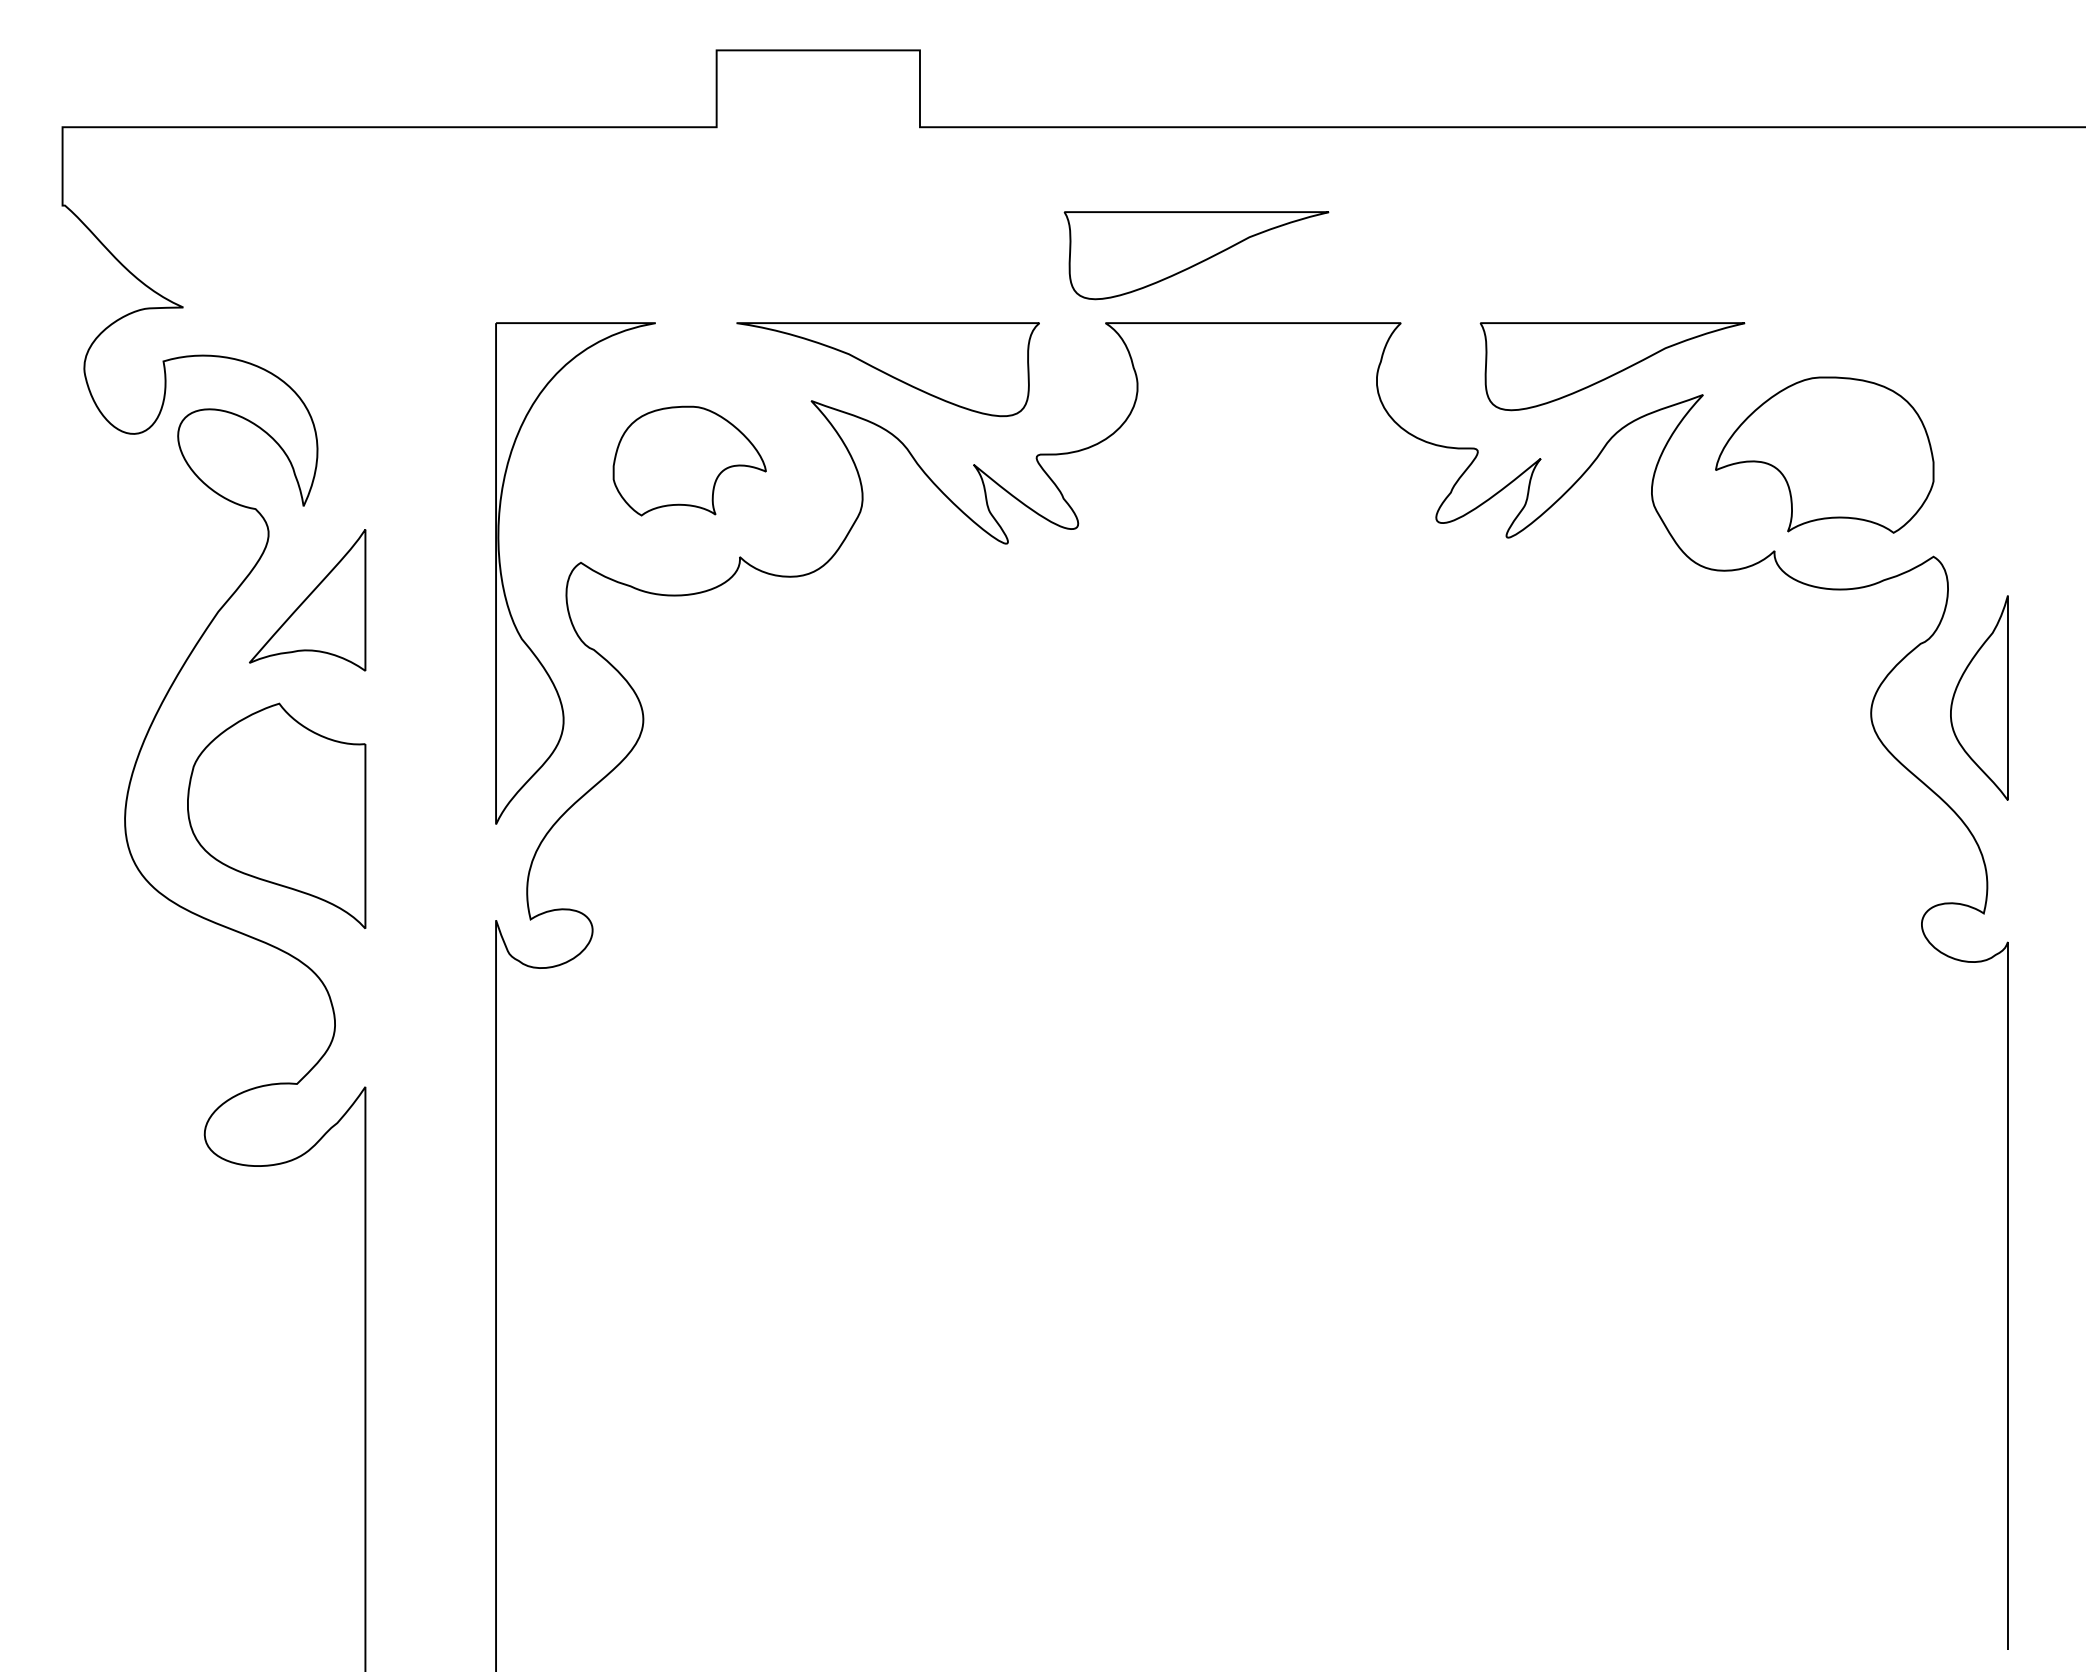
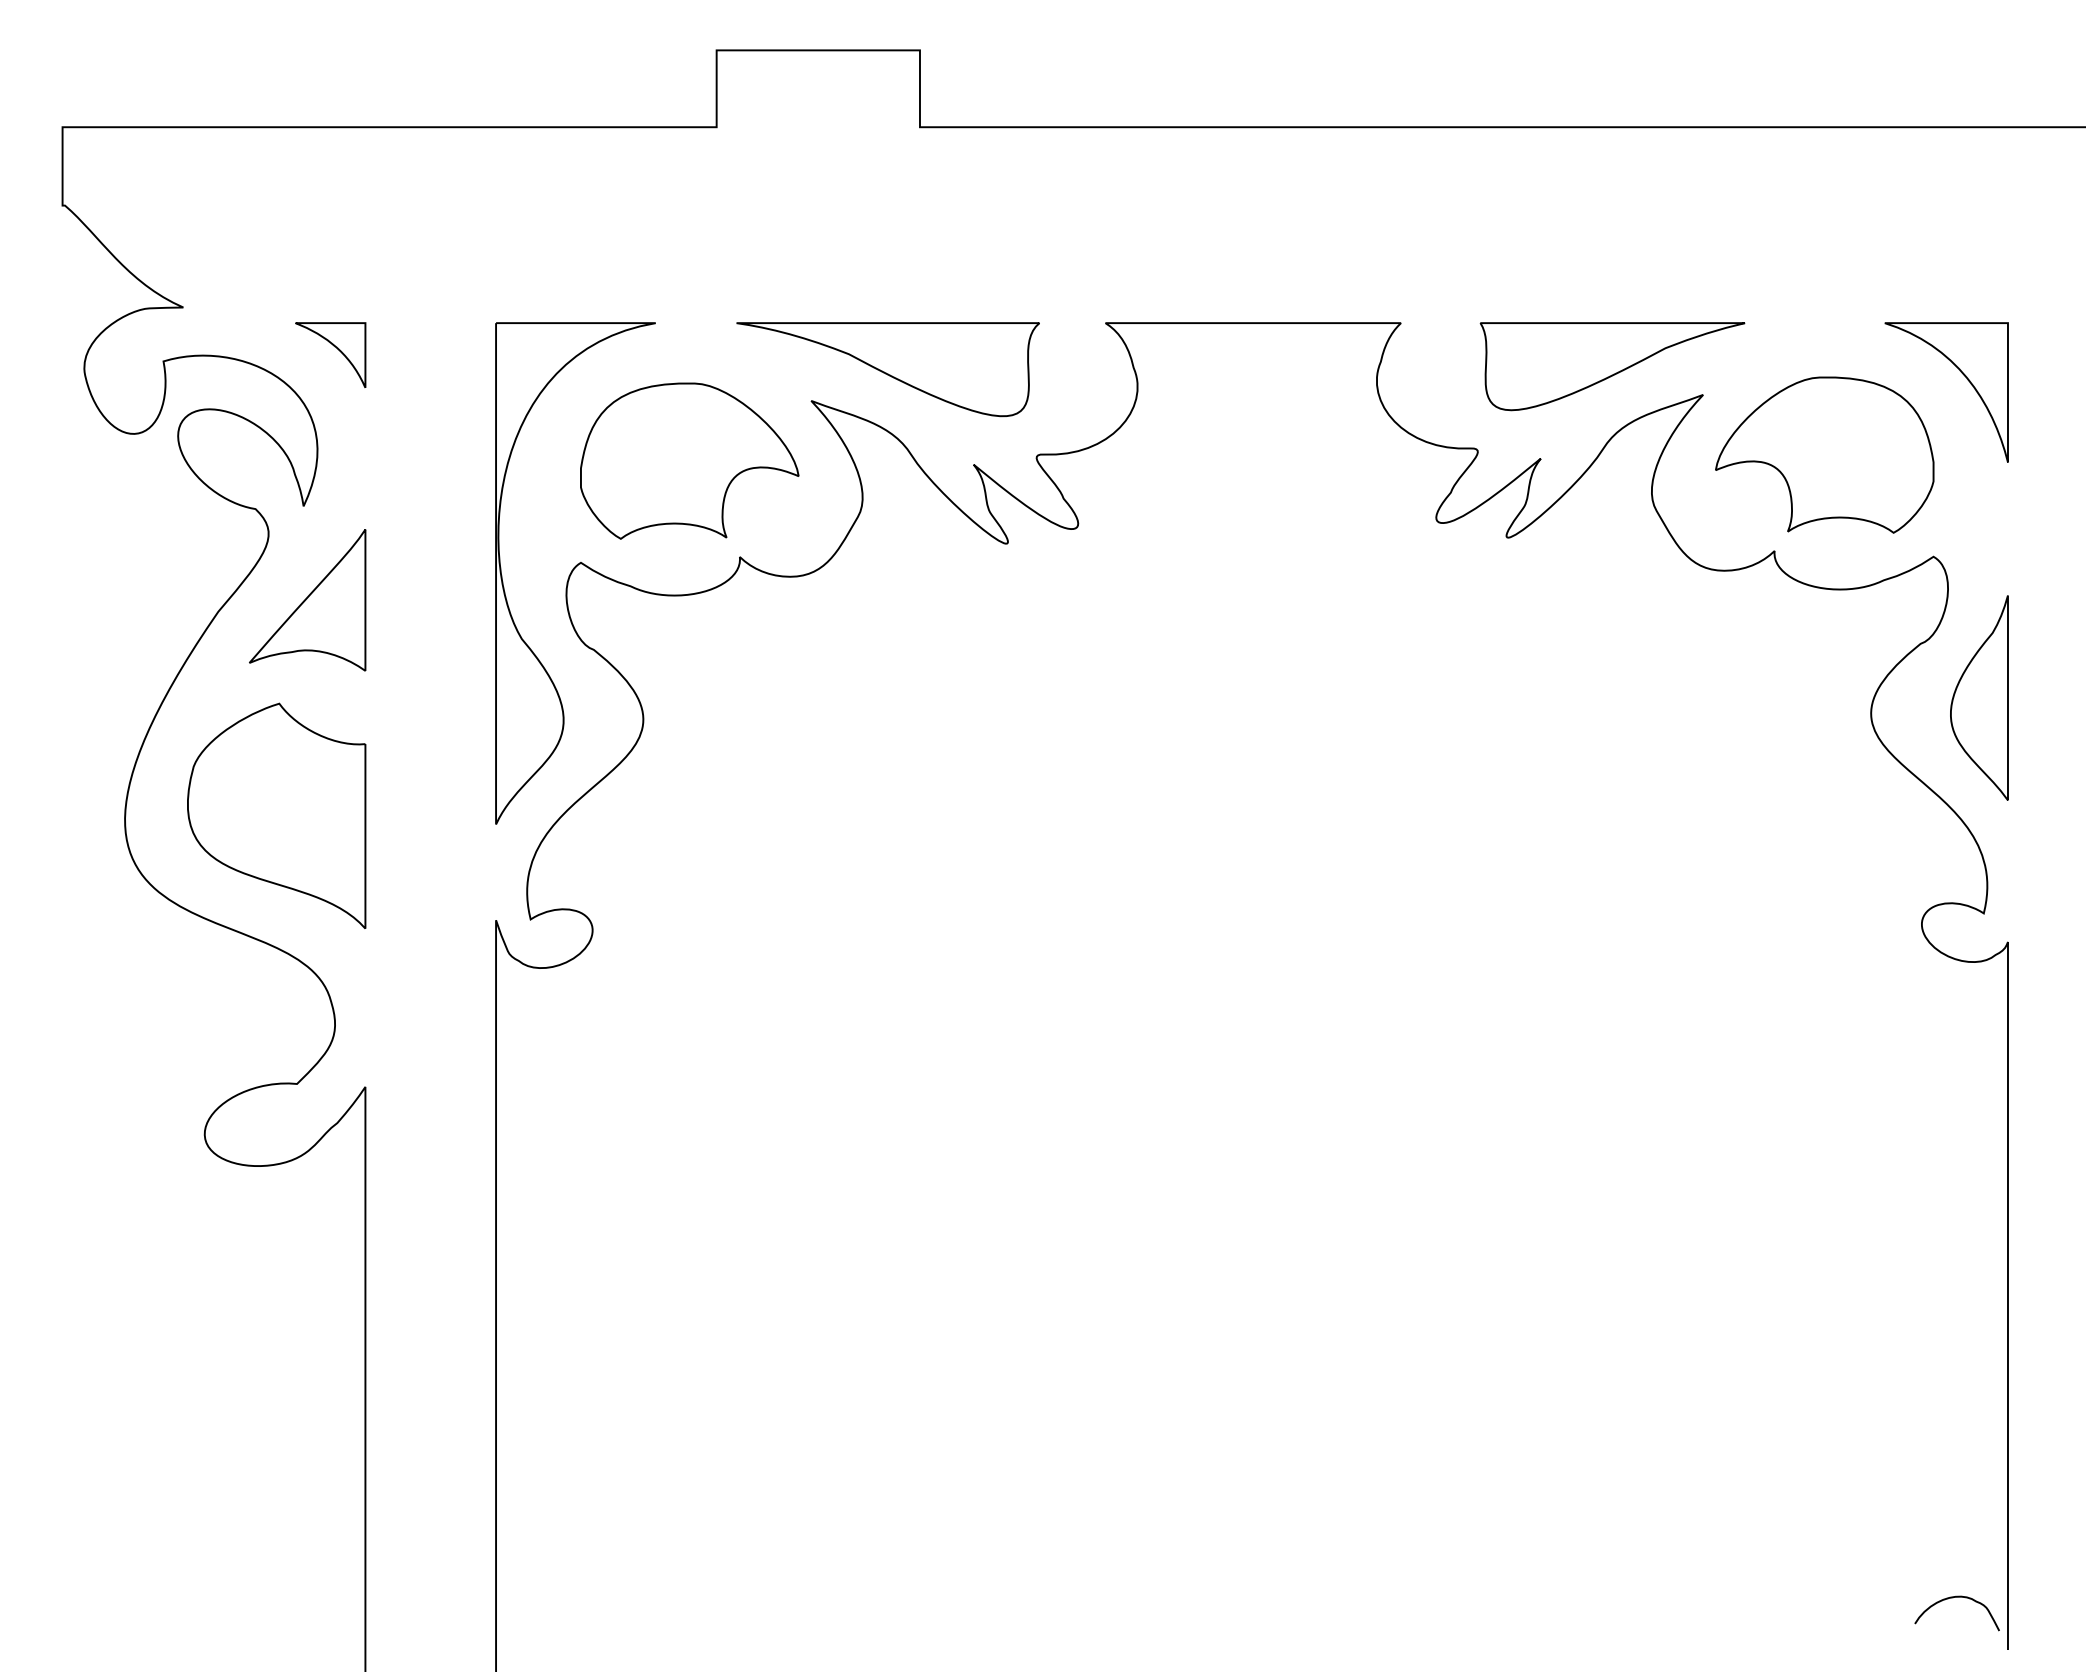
part at (1196, 255): present -> none
part at (336, 348): none -> present
part at (1963, 375): none -> present
part at (689, 460) size: 155x112 px -> 220x158 px
curve at (1953, 1598): none -> present
